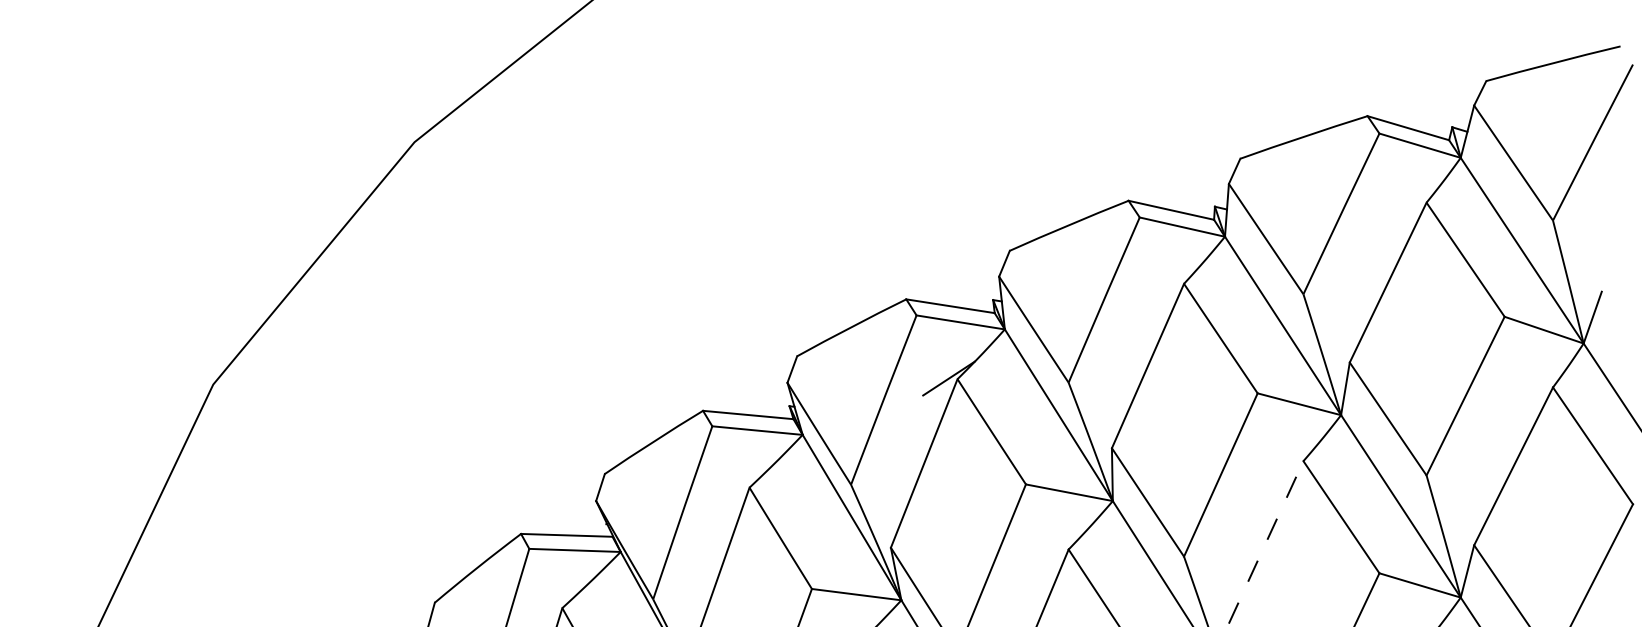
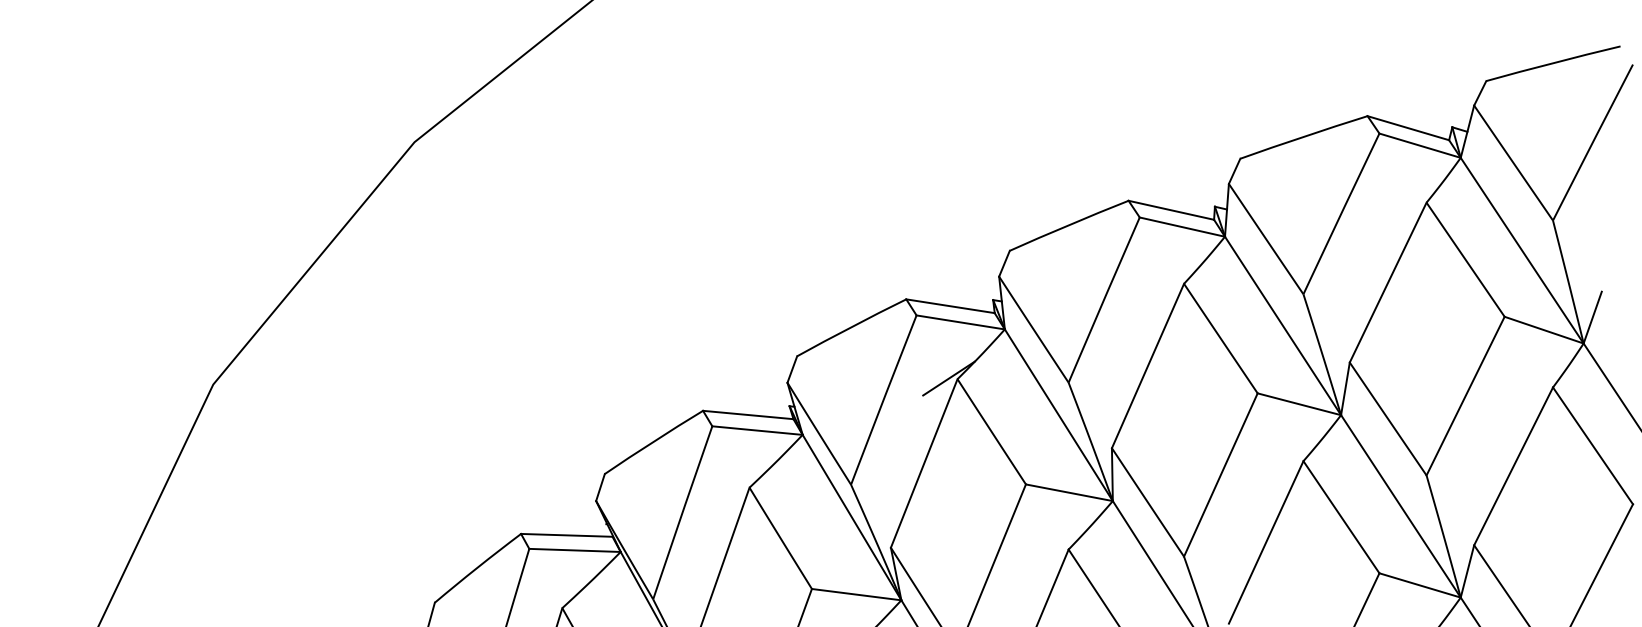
line at (1266, 541): dashed -> solid
